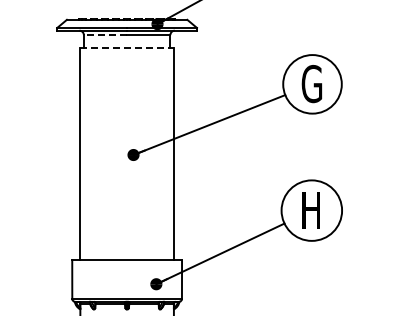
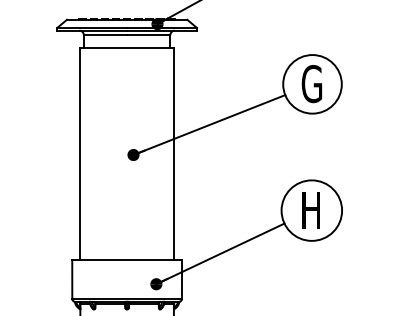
line at (105, 35): dashed -> solid
line at (127, 48): dashed -> solid
